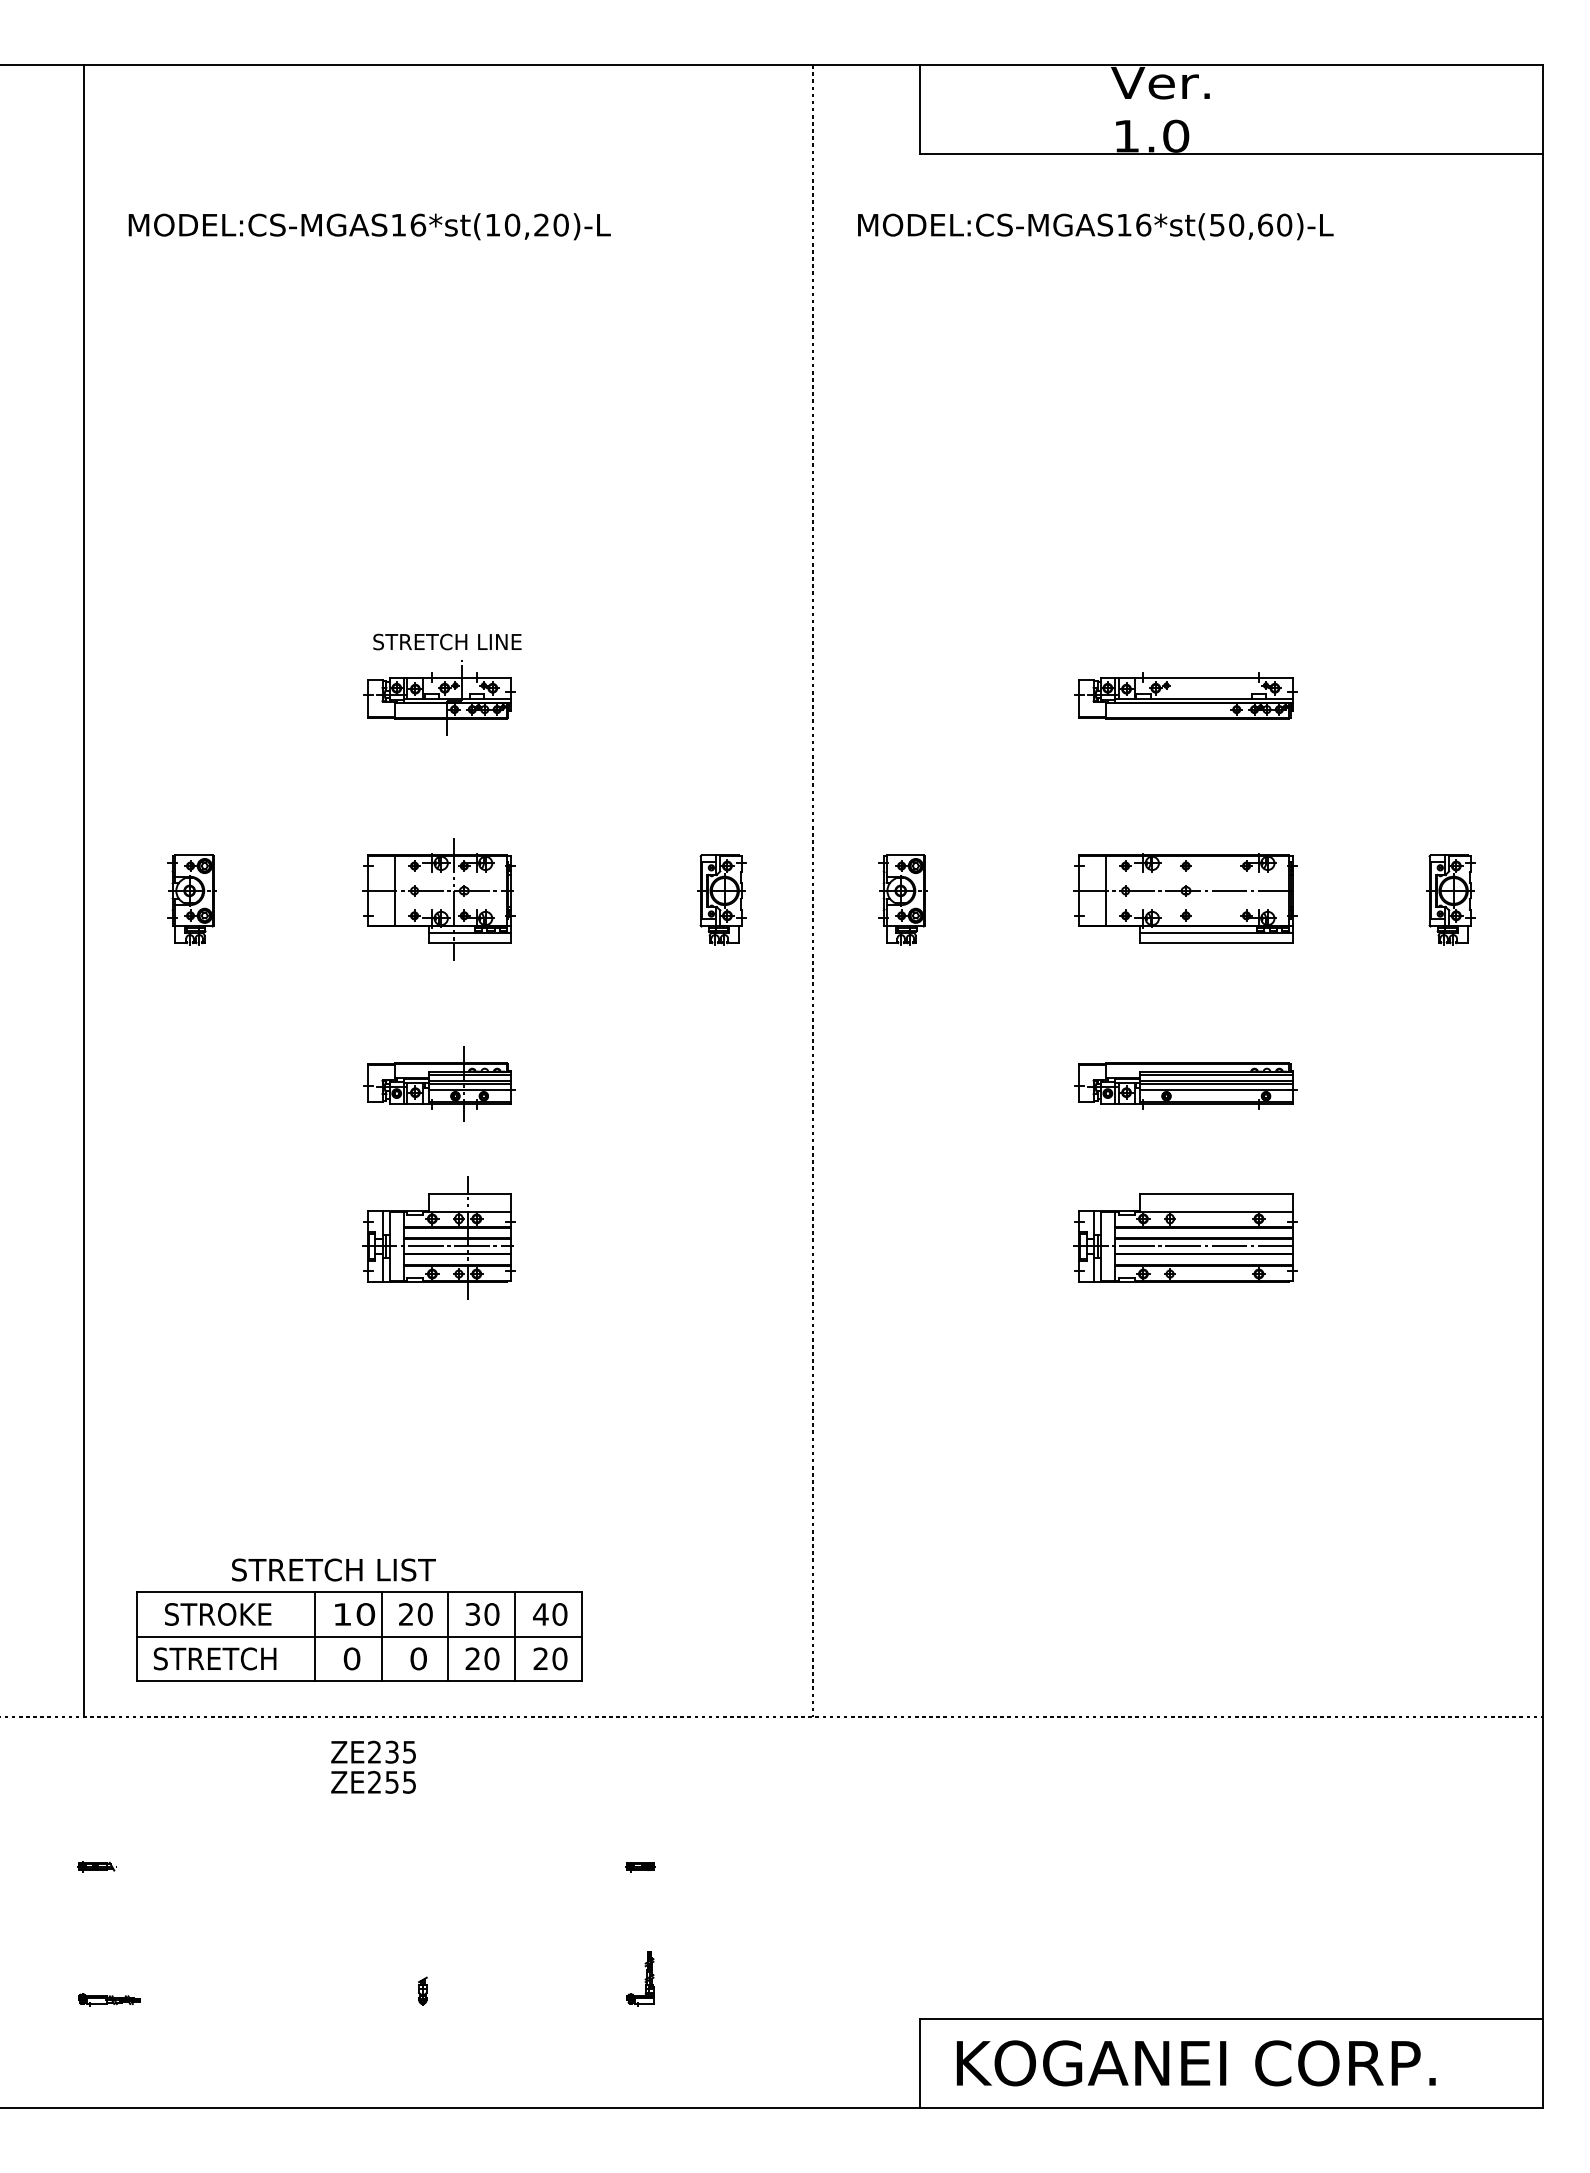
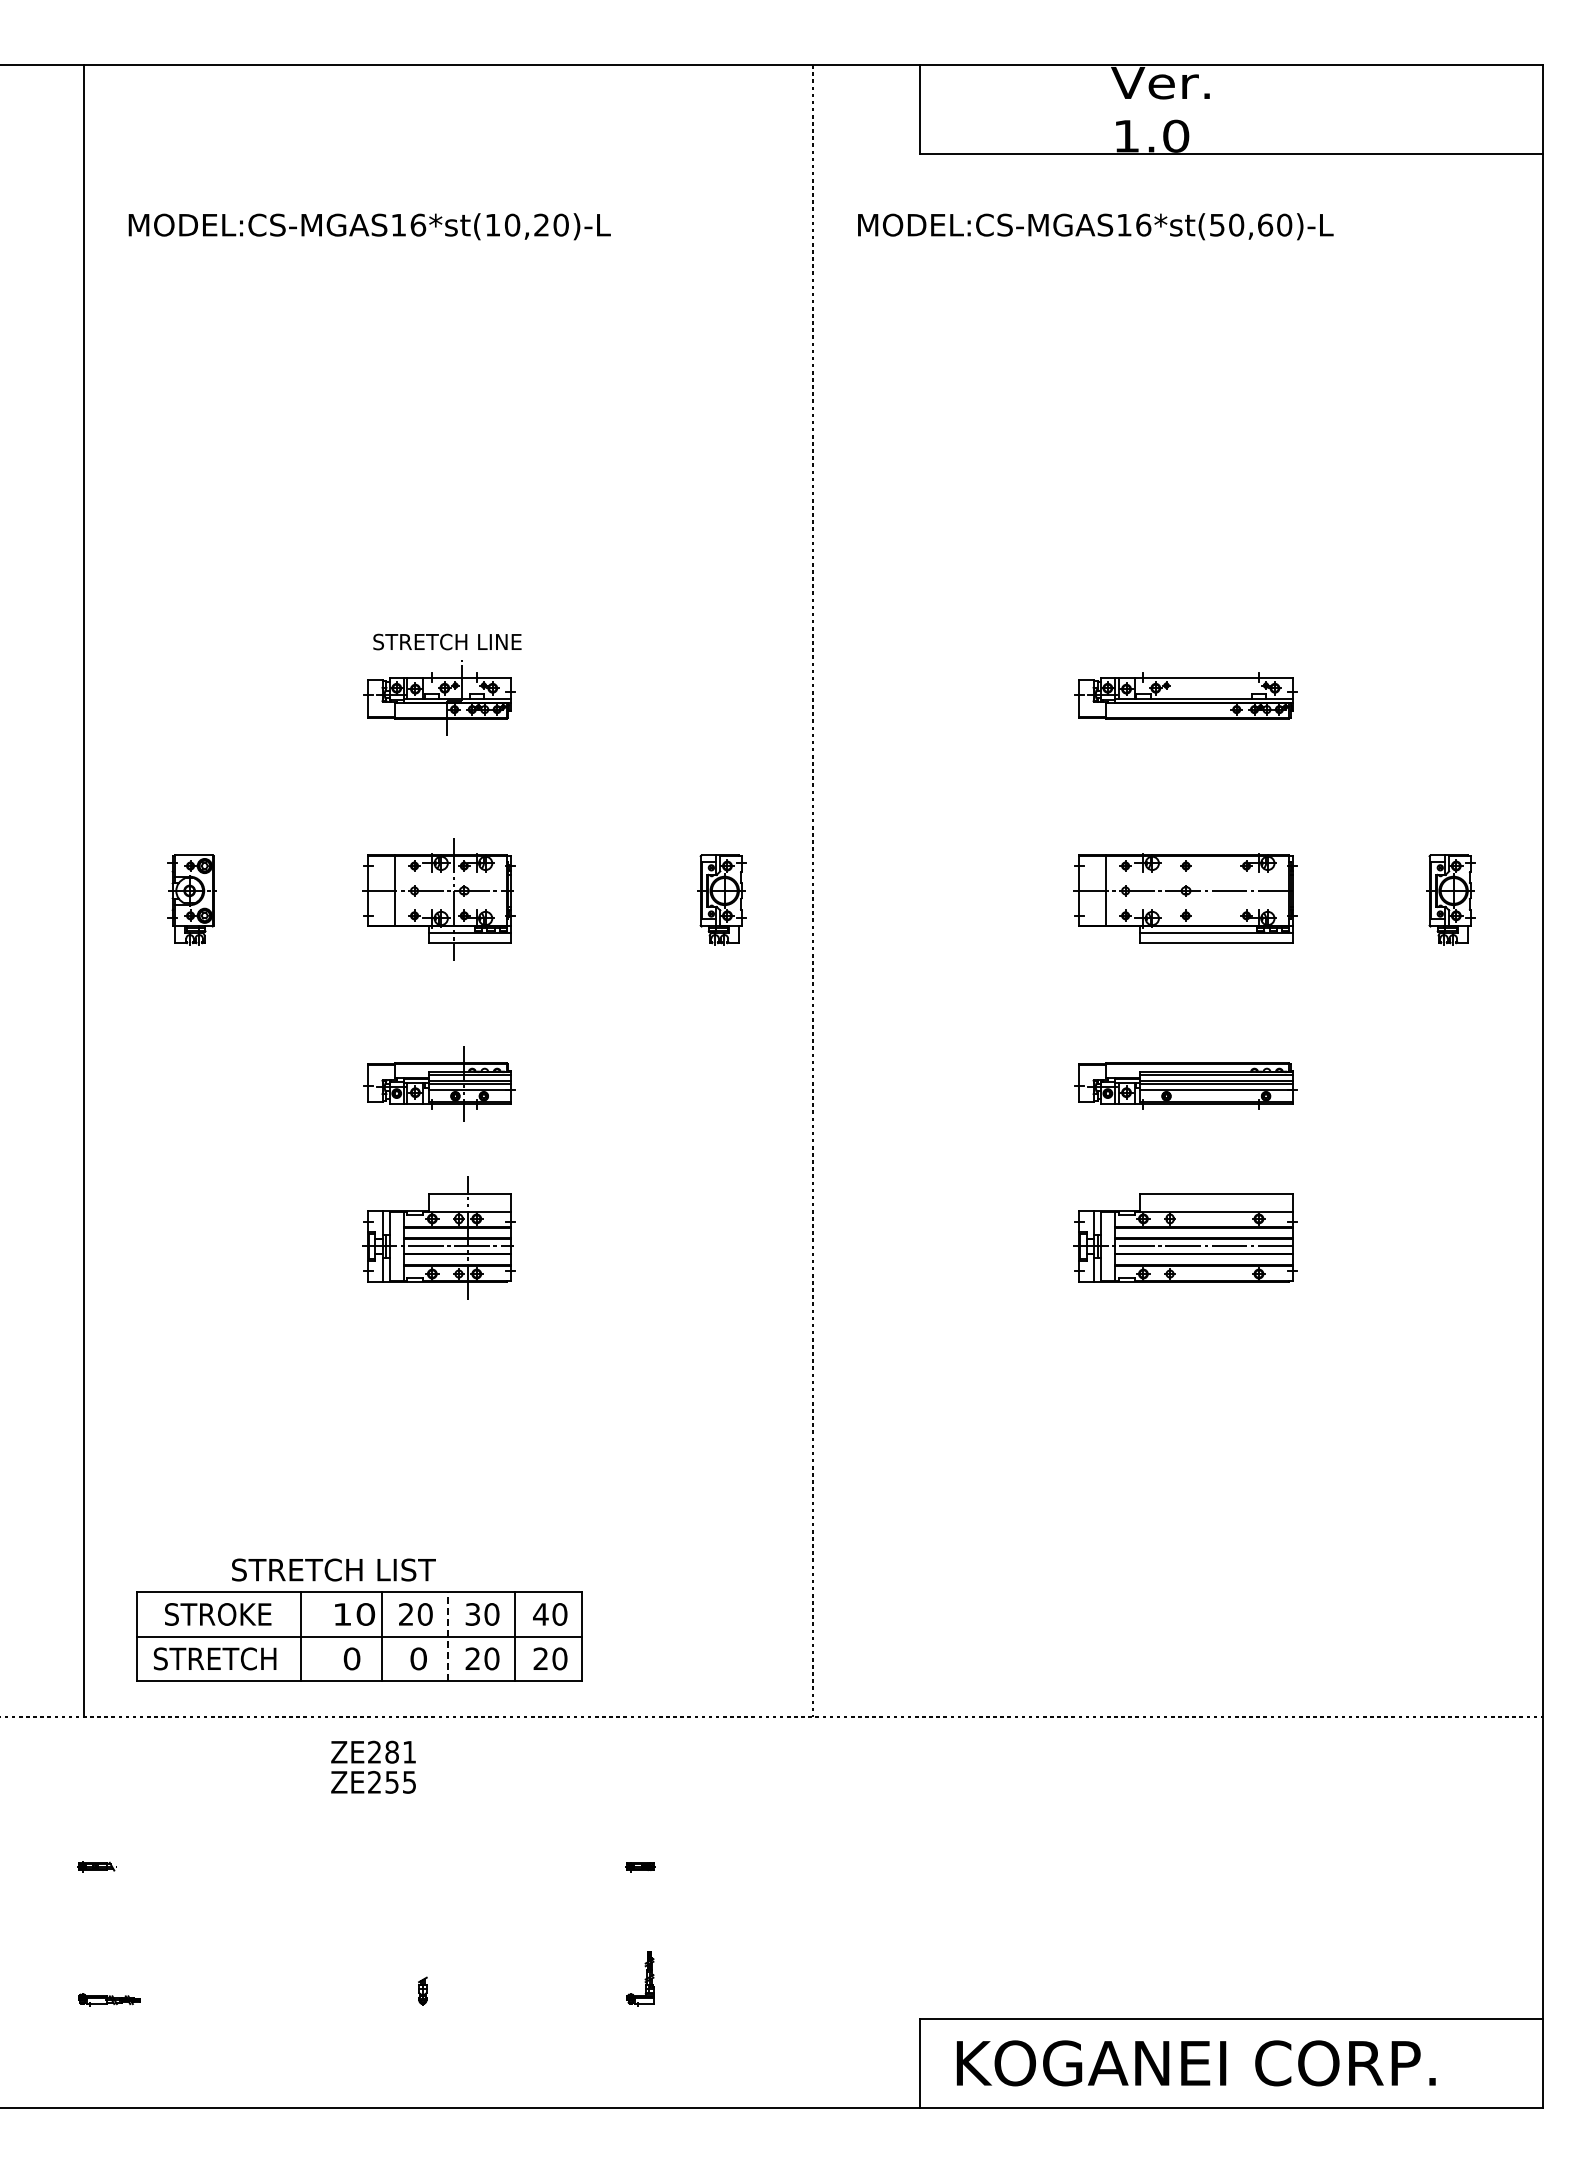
part at (902, 899): present -> none
line at (314, 1636) position: (314, 1636) -> (300, 1636)
line at (448, 1636): solid -> dashed
text at (400, 1751): ZE235 -> ZE281
